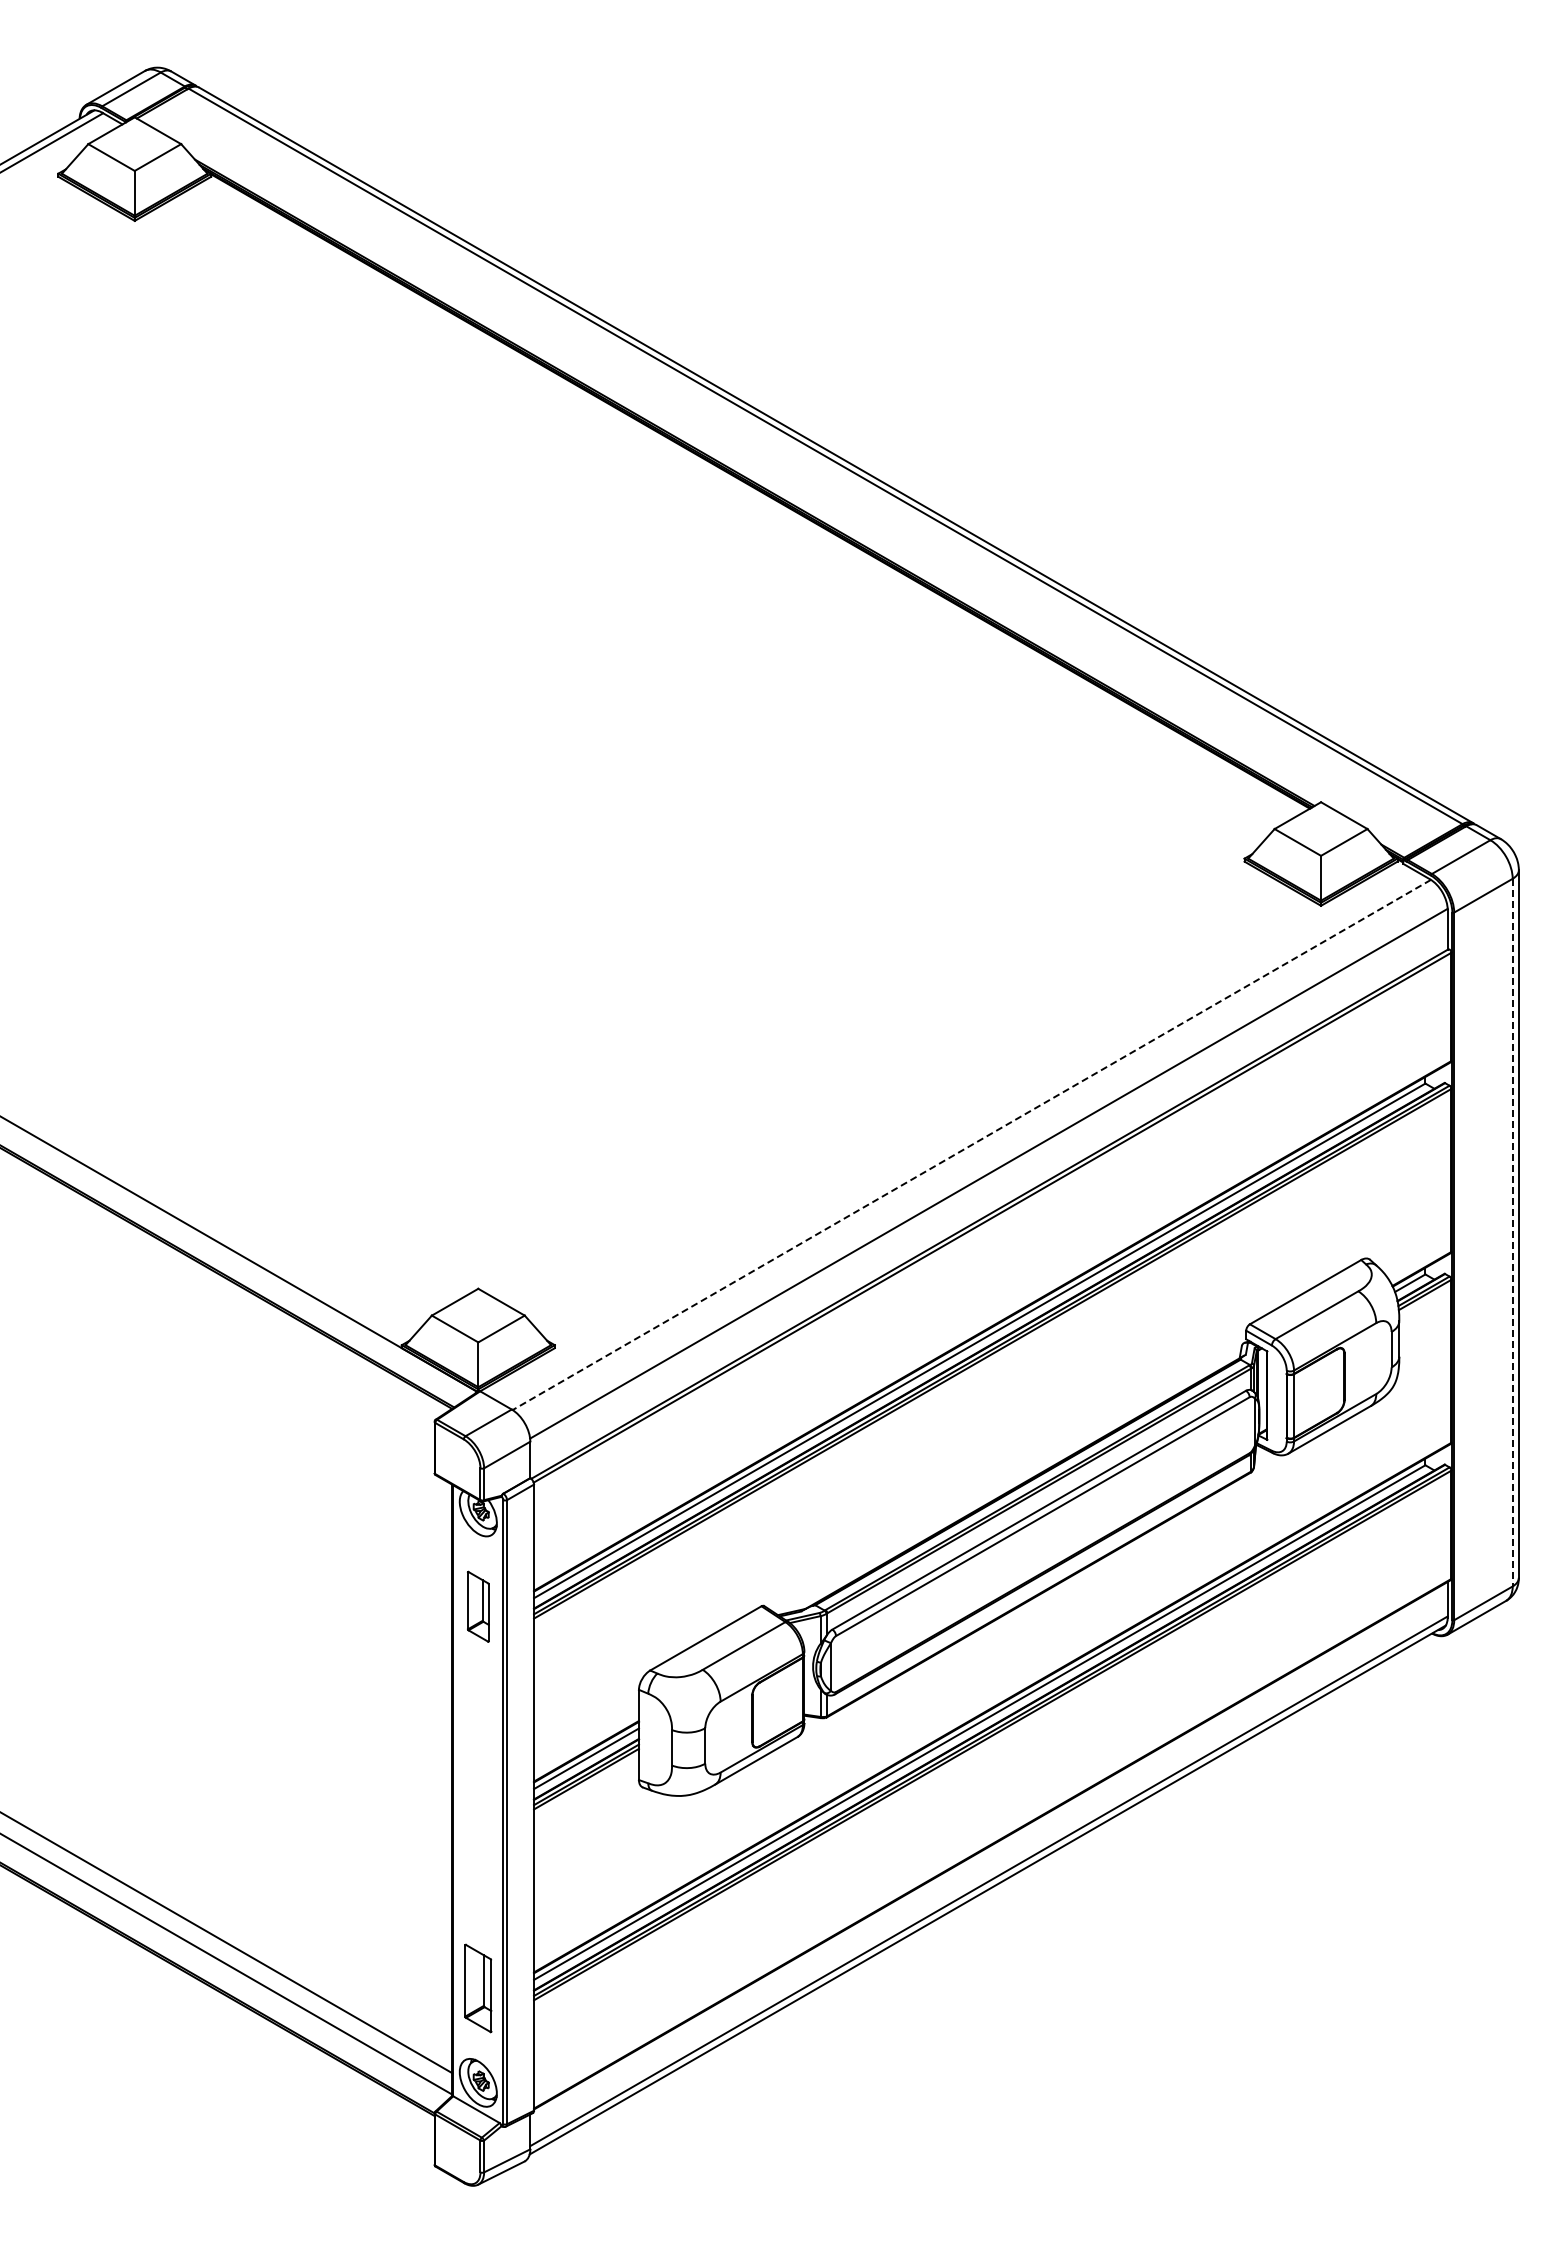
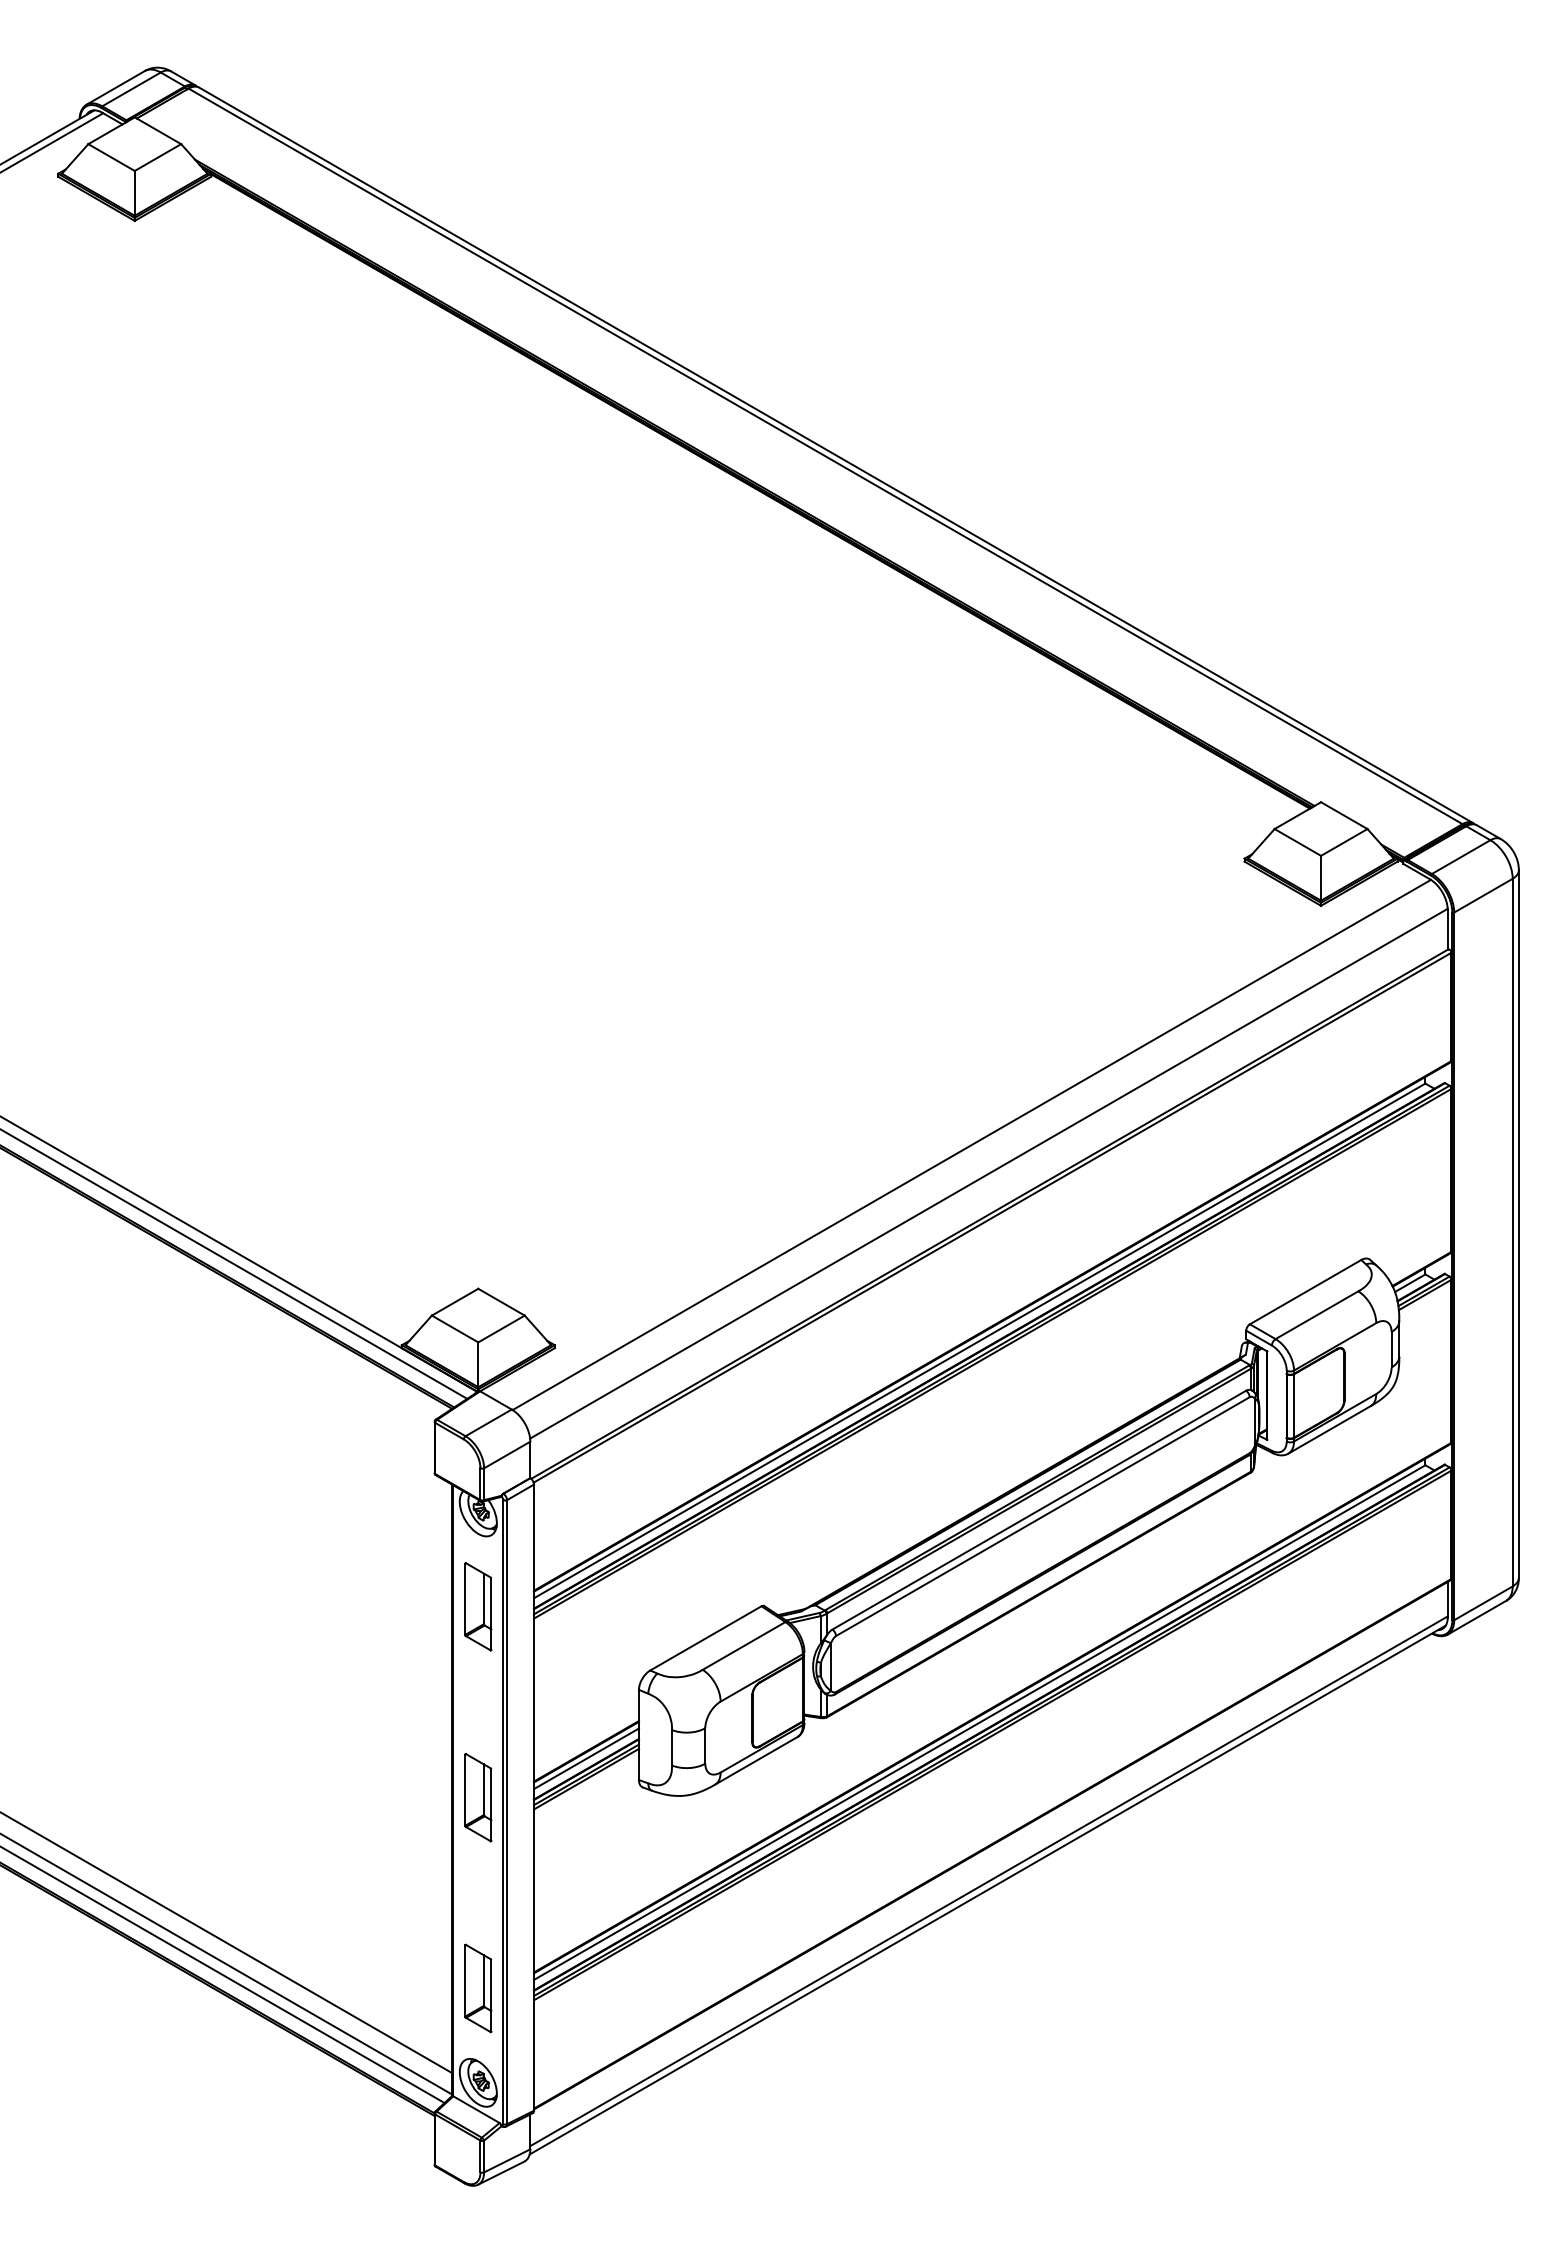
line at (971, 1145): dashed -> solid
line at (1512, 1232): dashed -> solid
line at (234, 1264): none -> present
part at (478, 1606) size: 23x73 px -> 29x90 px
part at (478, 1797): none -> present
line at (223, 1975): none -> present
